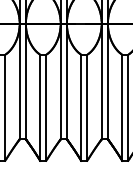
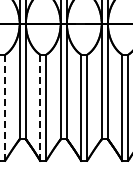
line at (5, 107): solid -> dashed
line at (40, 107): solid -> dashed
